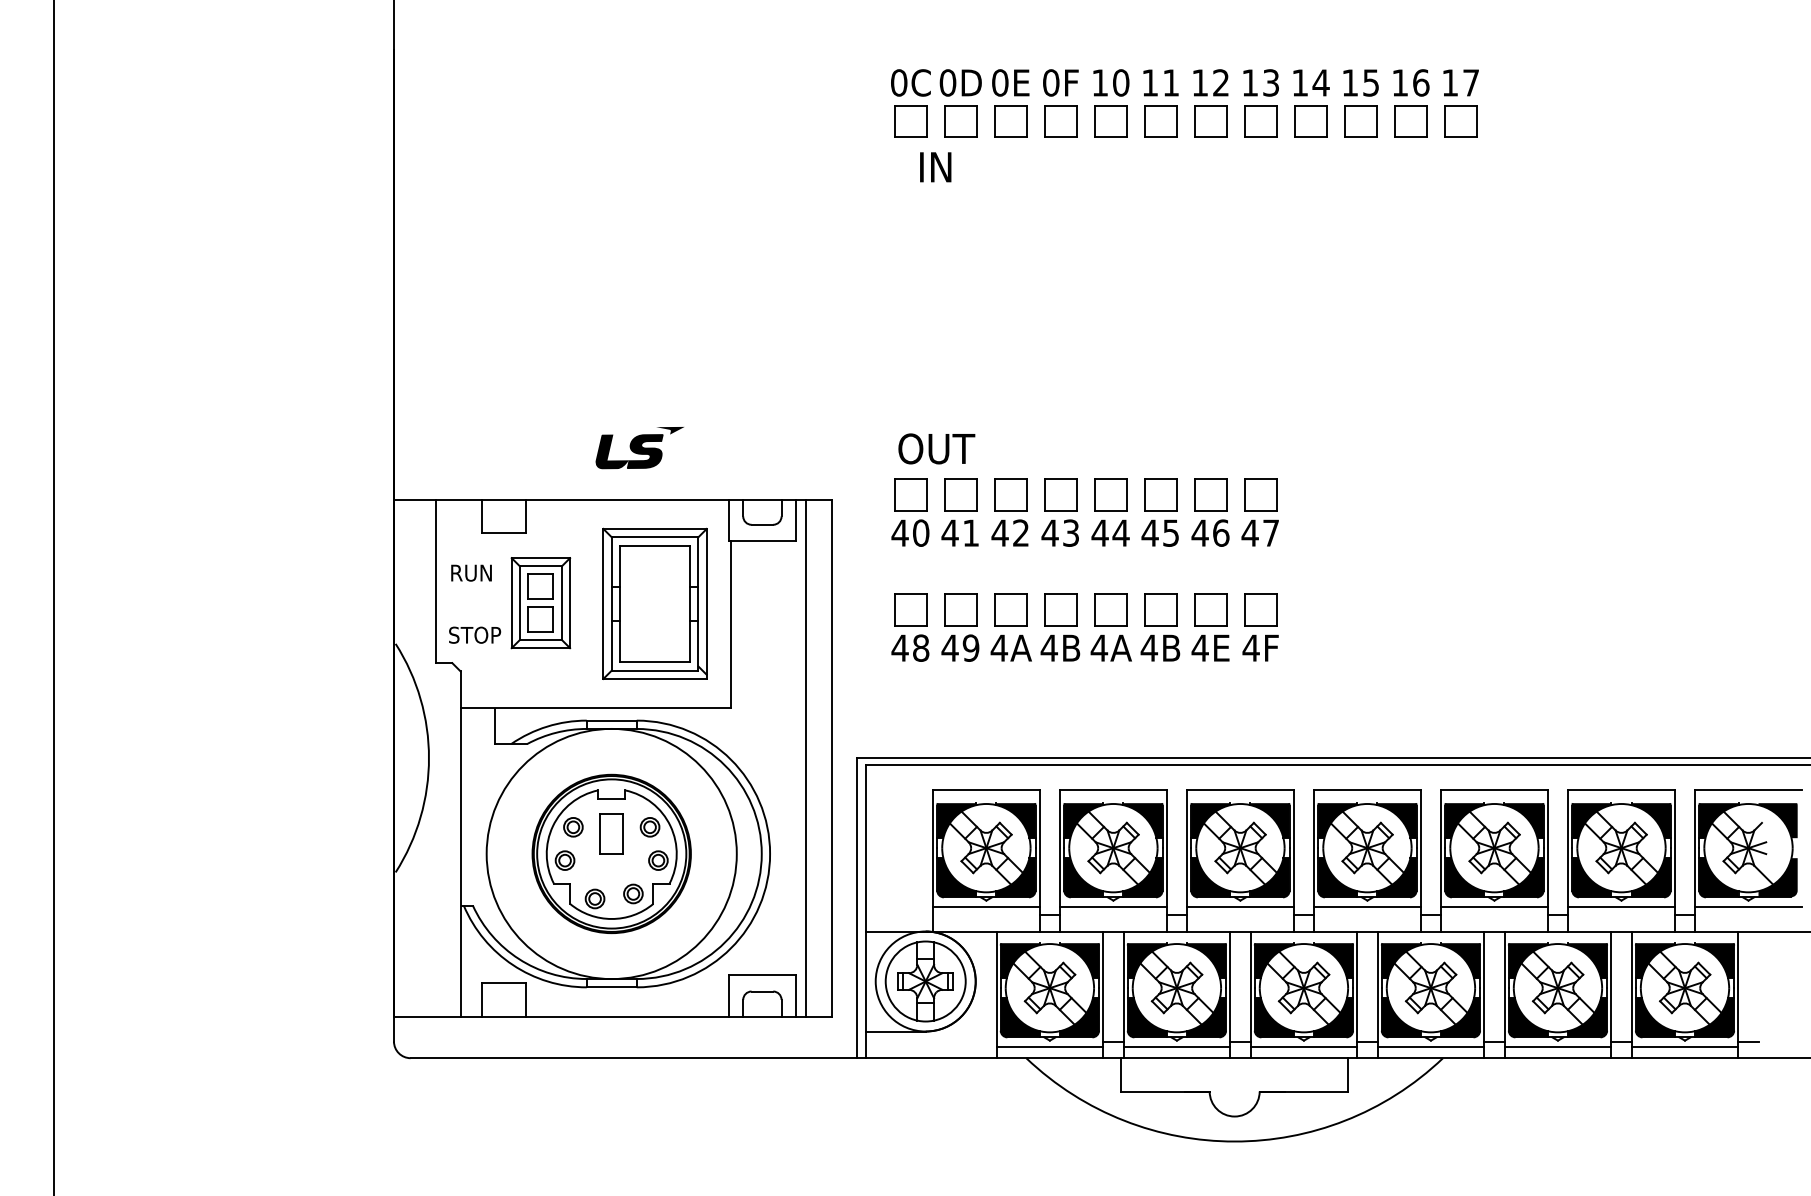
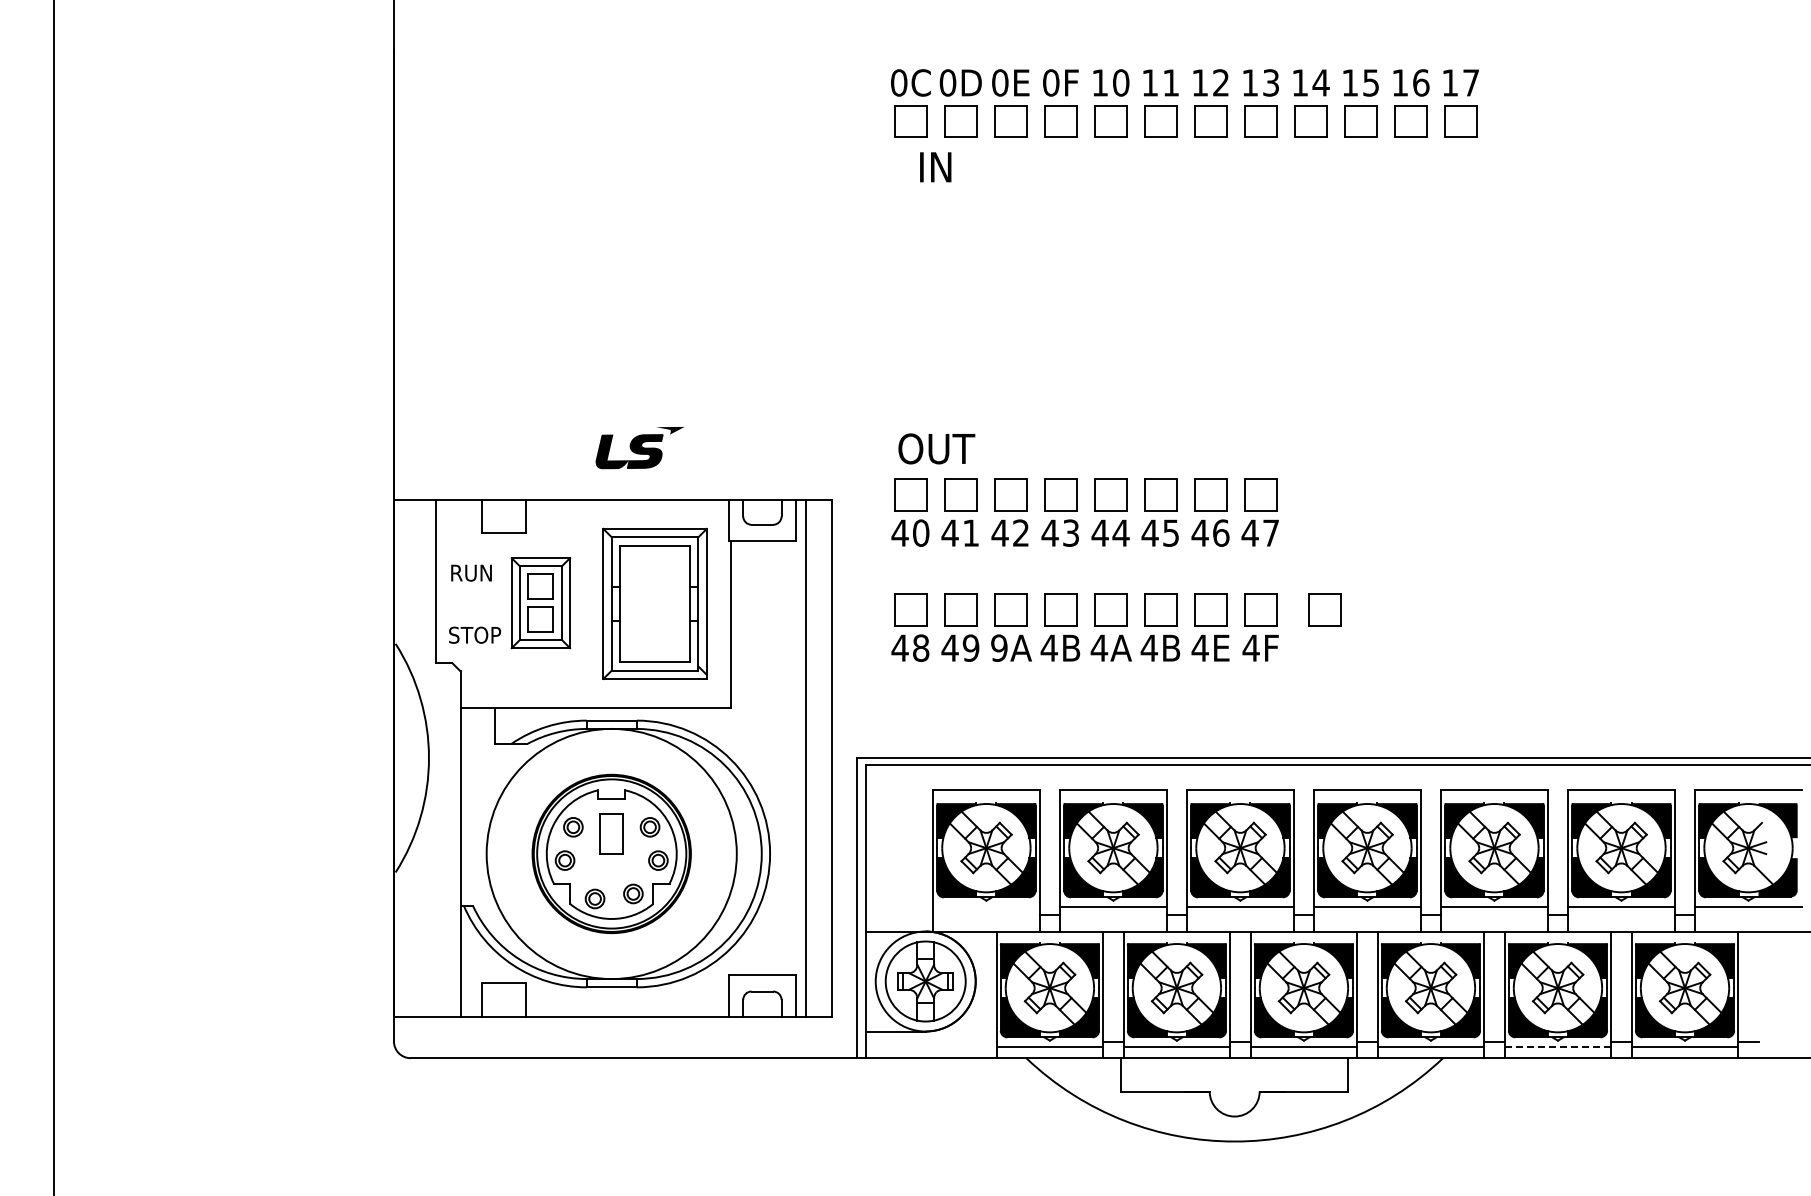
part at (1324, 609): none -> present
text at (999, 647): 4A -> 9A
line at (986, 906): present -> none
line at (1558, 1046): solid -> dashed
